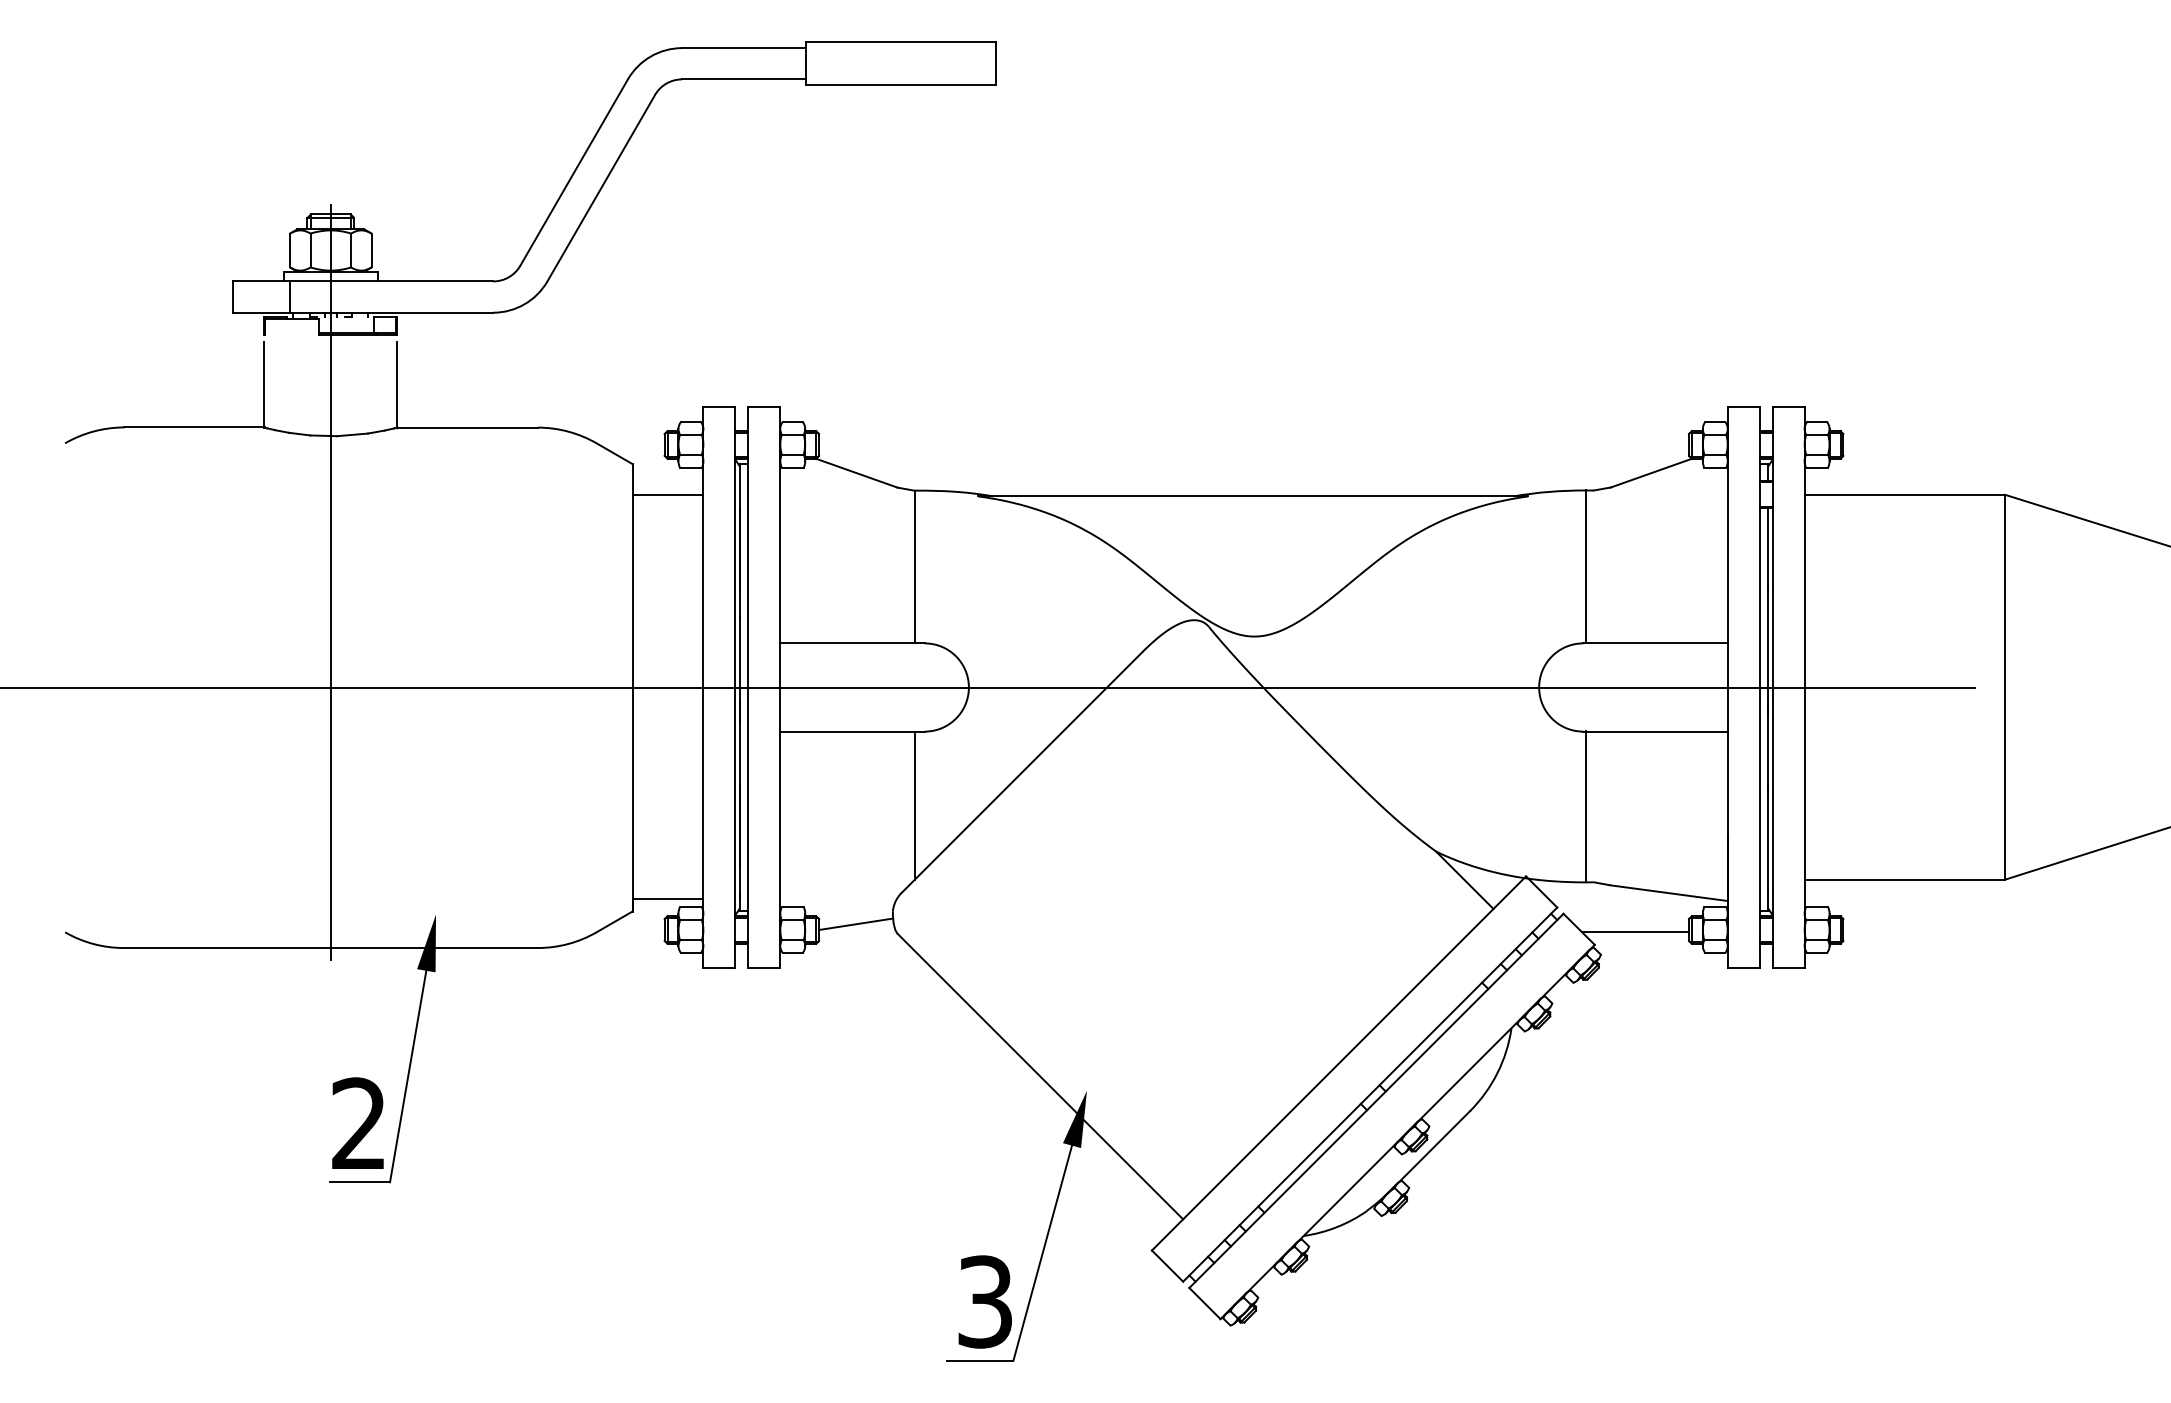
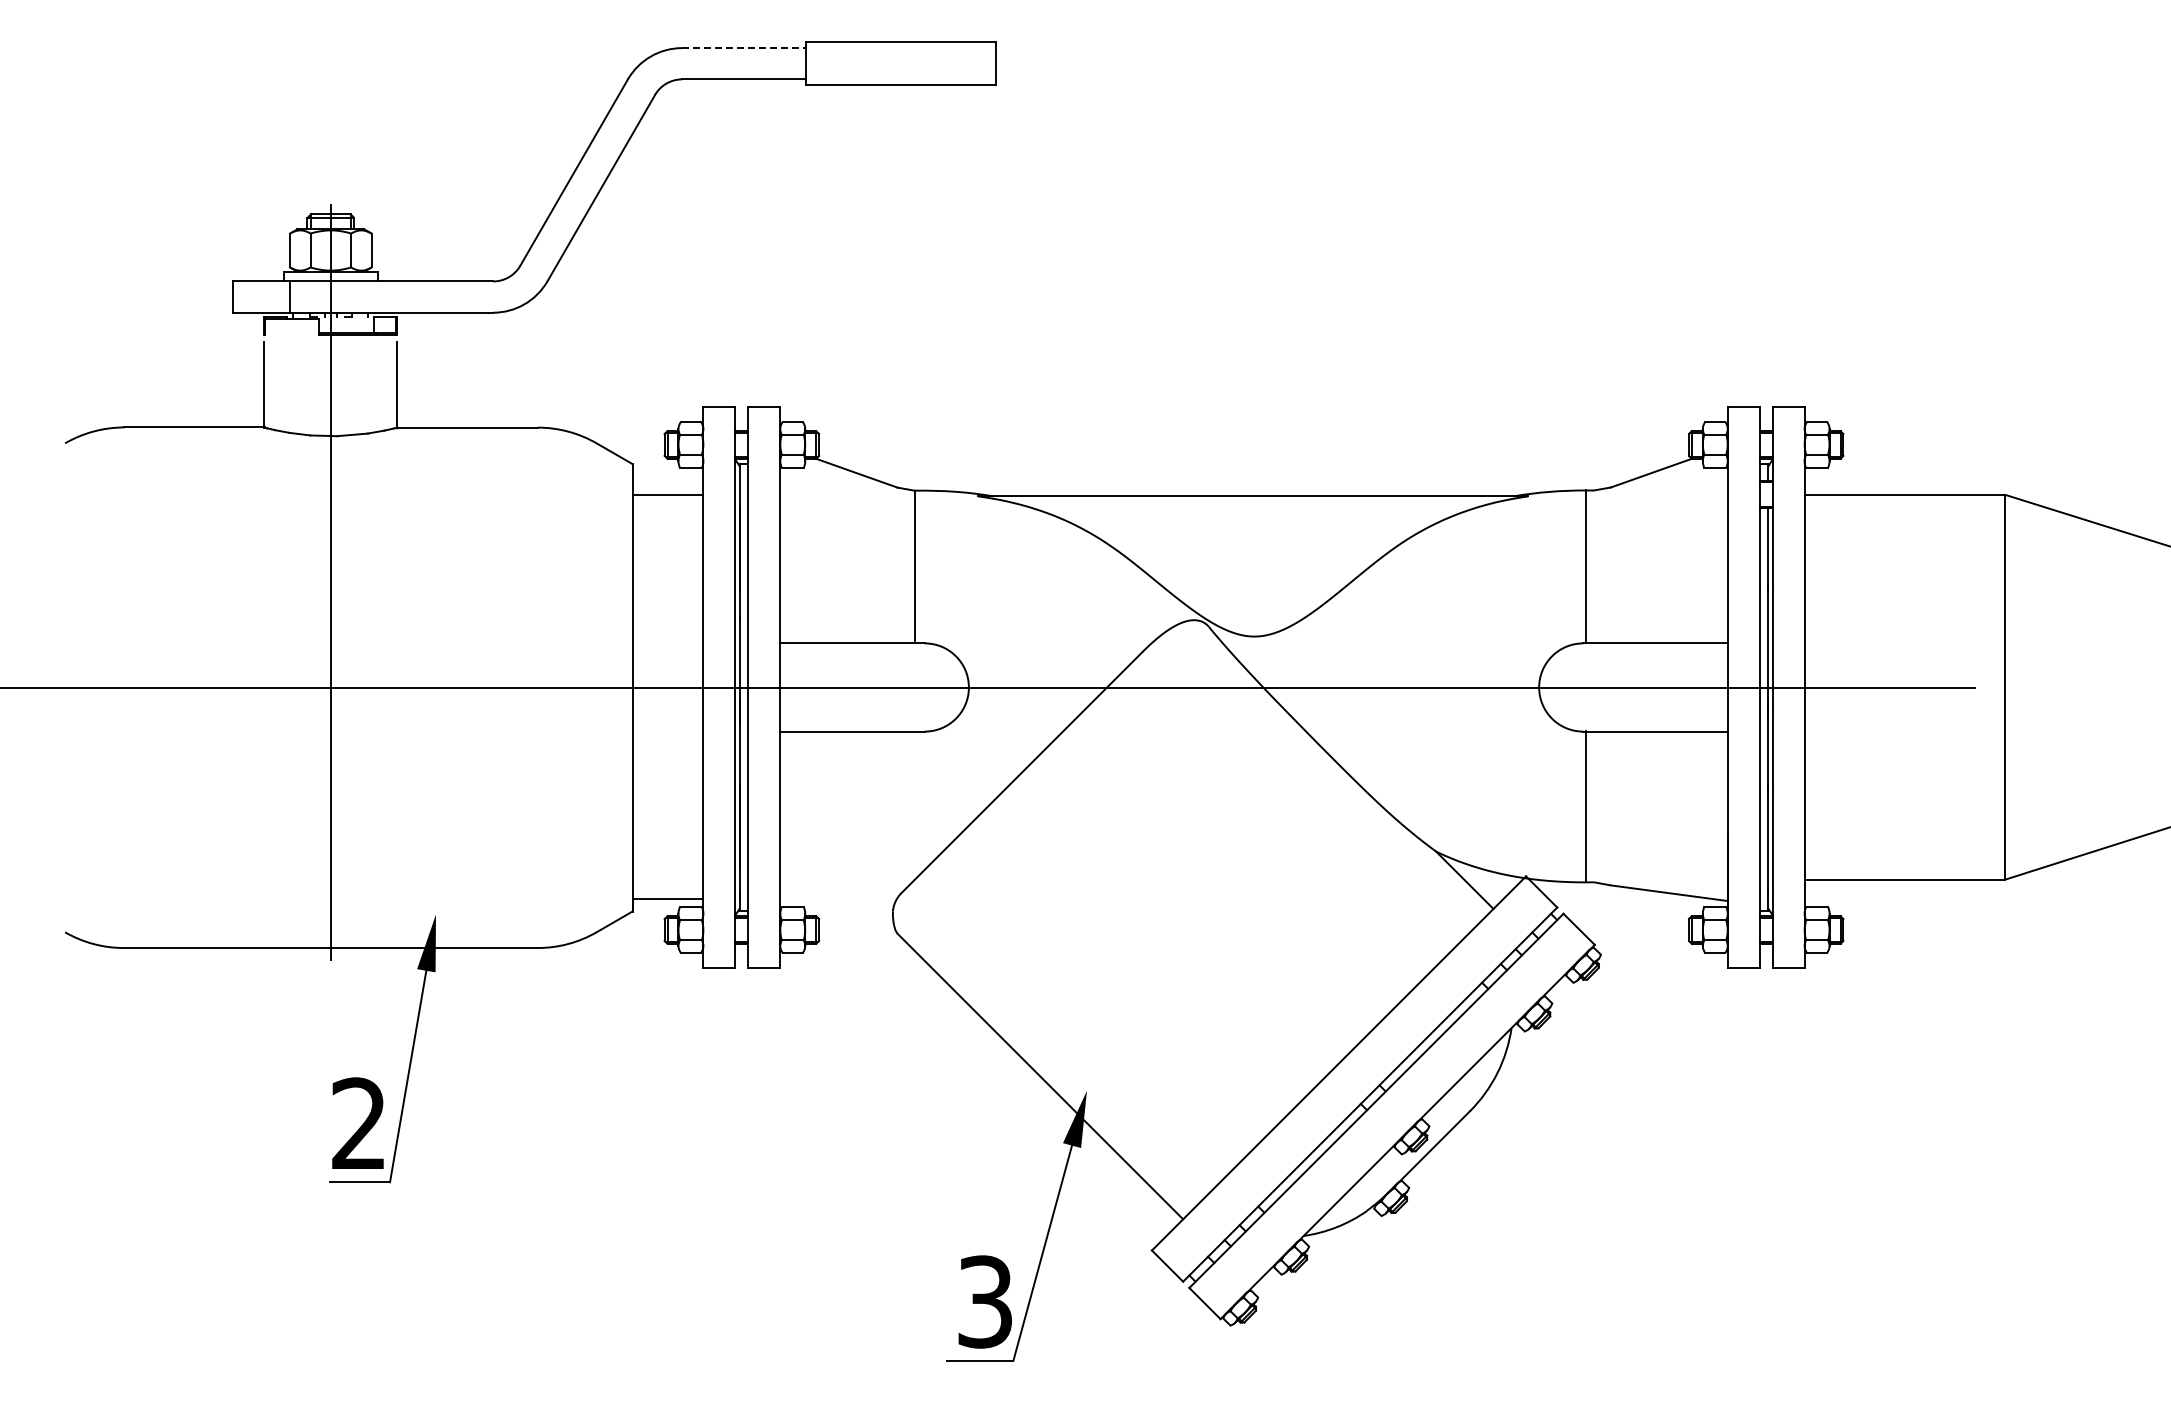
line at (744, 48): solid -> dashed
line at (914, 805): present -> none
line at (856, 923): present -> none
line at (1635, 932): present -> none
